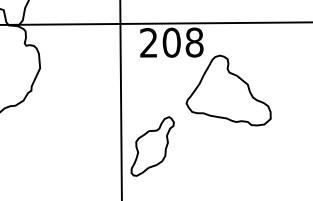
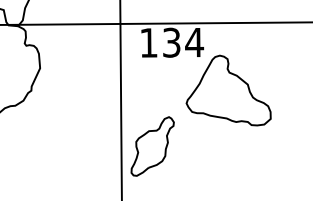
text at (172, 42): 208 -> 134
